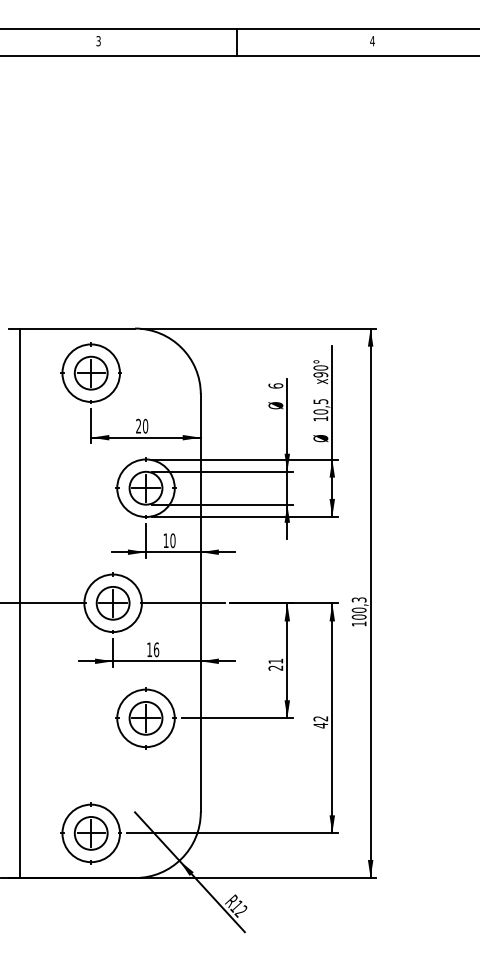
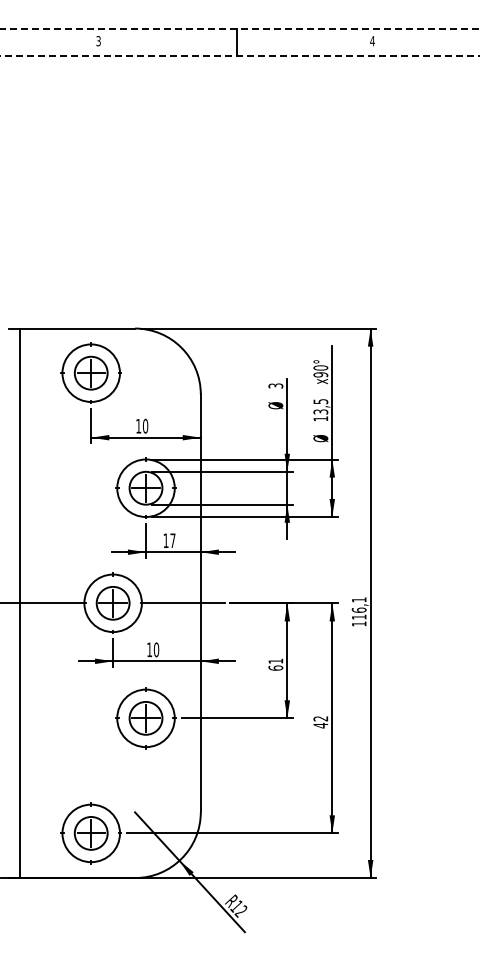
line at (239, 28): solid -> dashed
line at (239, 56): solid -> dashed
text at (275, 385): 6 -> 3
text at (320, 411): 10,5 -> 13,5
text at (138, 425): 20 -> 10
text at (172, 540): 10 -> 17
text at (358, 608): 100,3 -> 116,1
text at (156, 649): 16 -> 10
text at (275, 667): 21 -> 61
